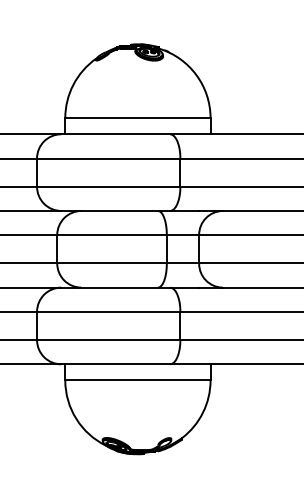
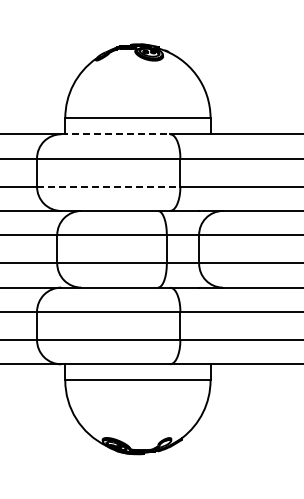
line at (116, 134): solid -> dashed
line at (108, 186): solid -> dashed
